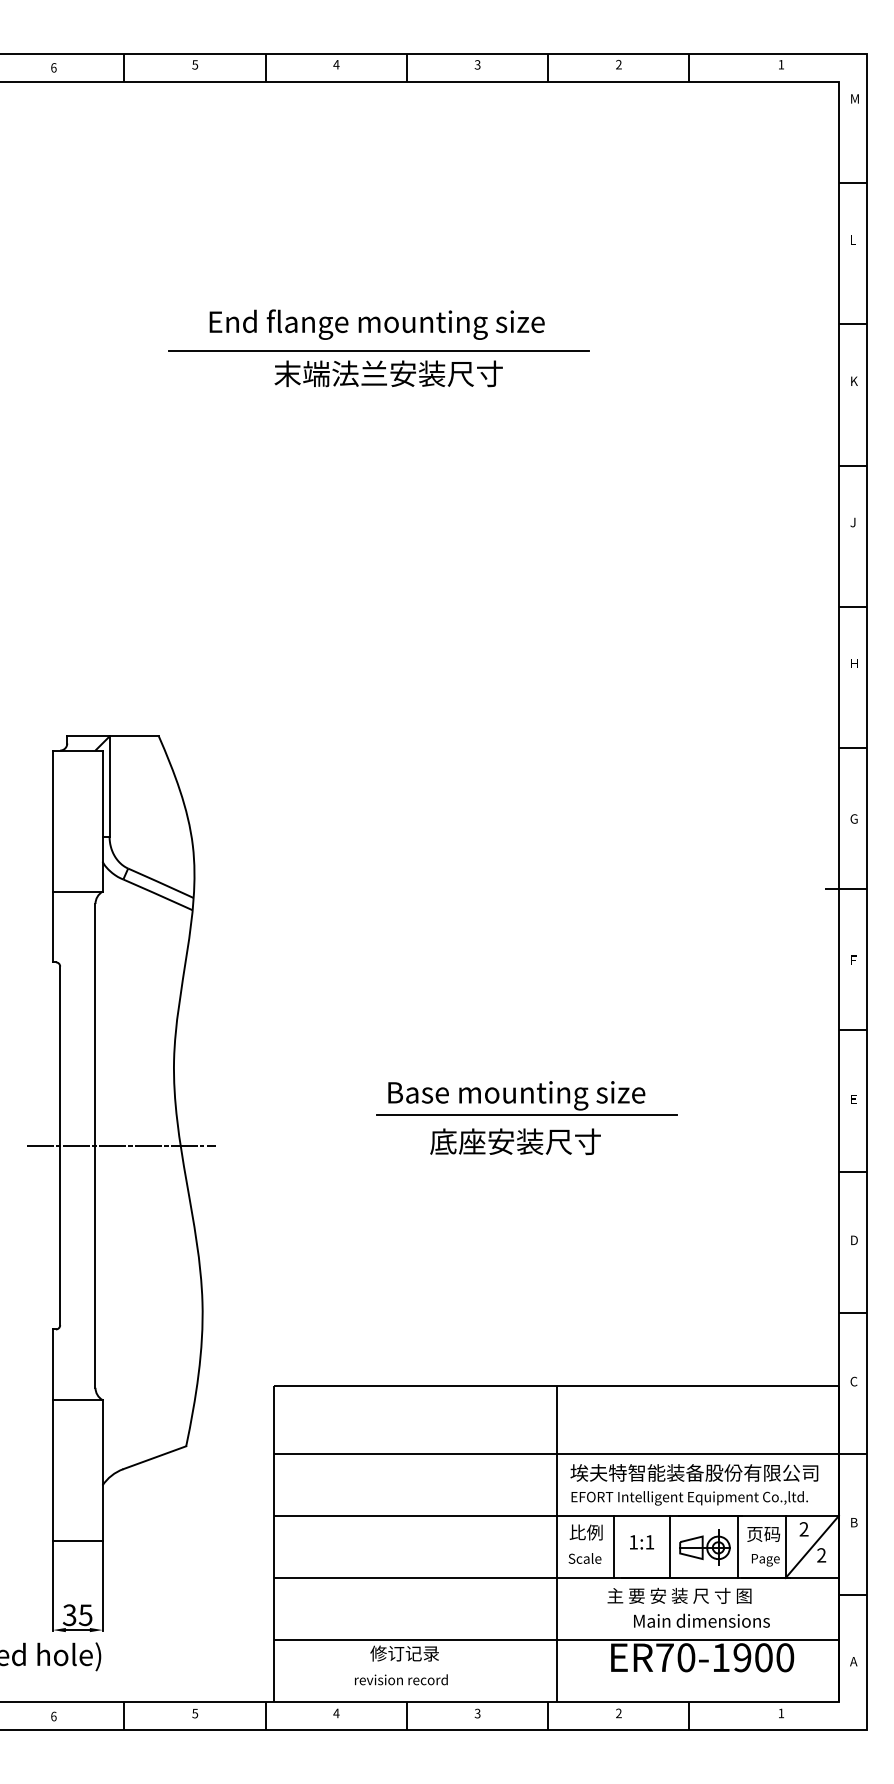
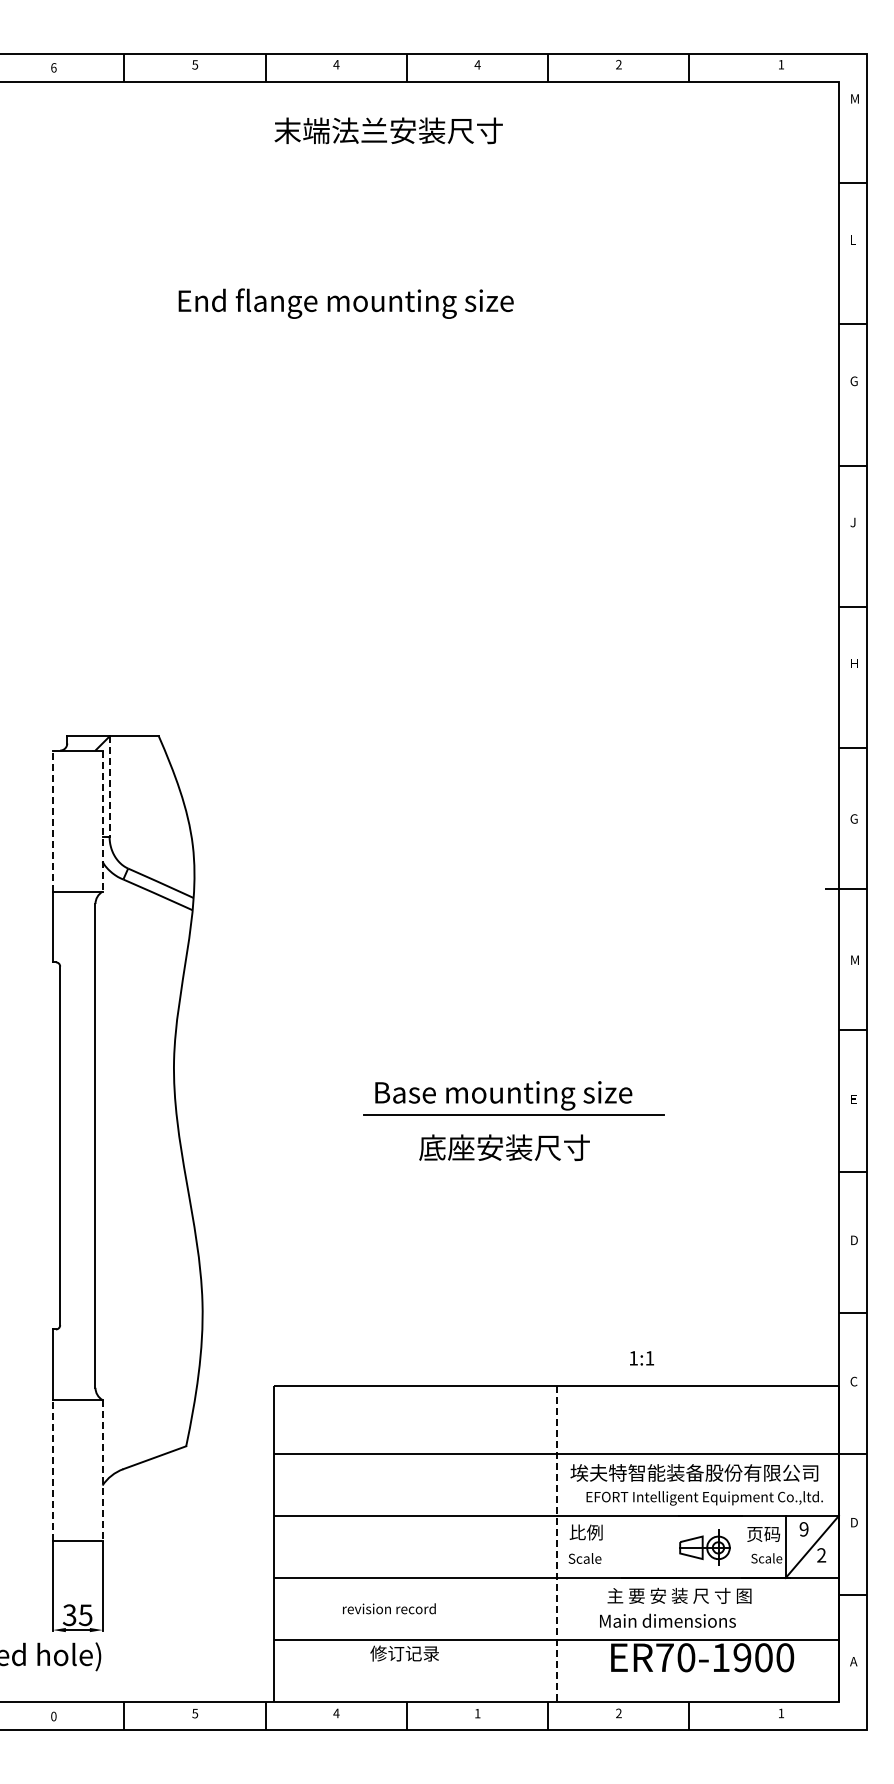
text at (477, 64): 3 -> 4
text at (376, 324) position: (376, 324) -> (345, 303)
line at (378, 351): present -> none
text at (388, 373) position: (388, 373) -> (388, 130)
text at (853, 381): K -> G
line at (109, 787): solid -> dashed
line at (53, 821): solid -> dashed
line at (102, 821): solid -> dashed
text at (854, 959): F -> M
part at (526, 1098) position: (526, 1098) -> (513, 1098)
text at (515, 1141) position: (515, 1141) -> (504, 1147)
line at (121, 1145): present -> none
line at (53, 1470): solid -> dashed
line at (102, 1470): solid -> dashed
text at (689, 1498) position: (689, 1498) -> (704, 1498)
text at (854, 1522): B -> D
text at (803, 1529): 2 -> 9
text at (641, 1542) position: (641, 1542) -> (641, 1358)
line at (556, 1544): solid -> dashed
line at (614, 1546): present -> none
line at (669, 1546): present -> none
line at (737, 1546): present -> none
text at (766, 1559): Page -> Scale
text at (701, 1620) position: (701, 1620) -> (667, 1620)
text at (401, 1679) position: (401, 1679) -> (389, 1608)
text at (477, 1713): 3 -> 1
text at (53, 1715): 6 -> 0
